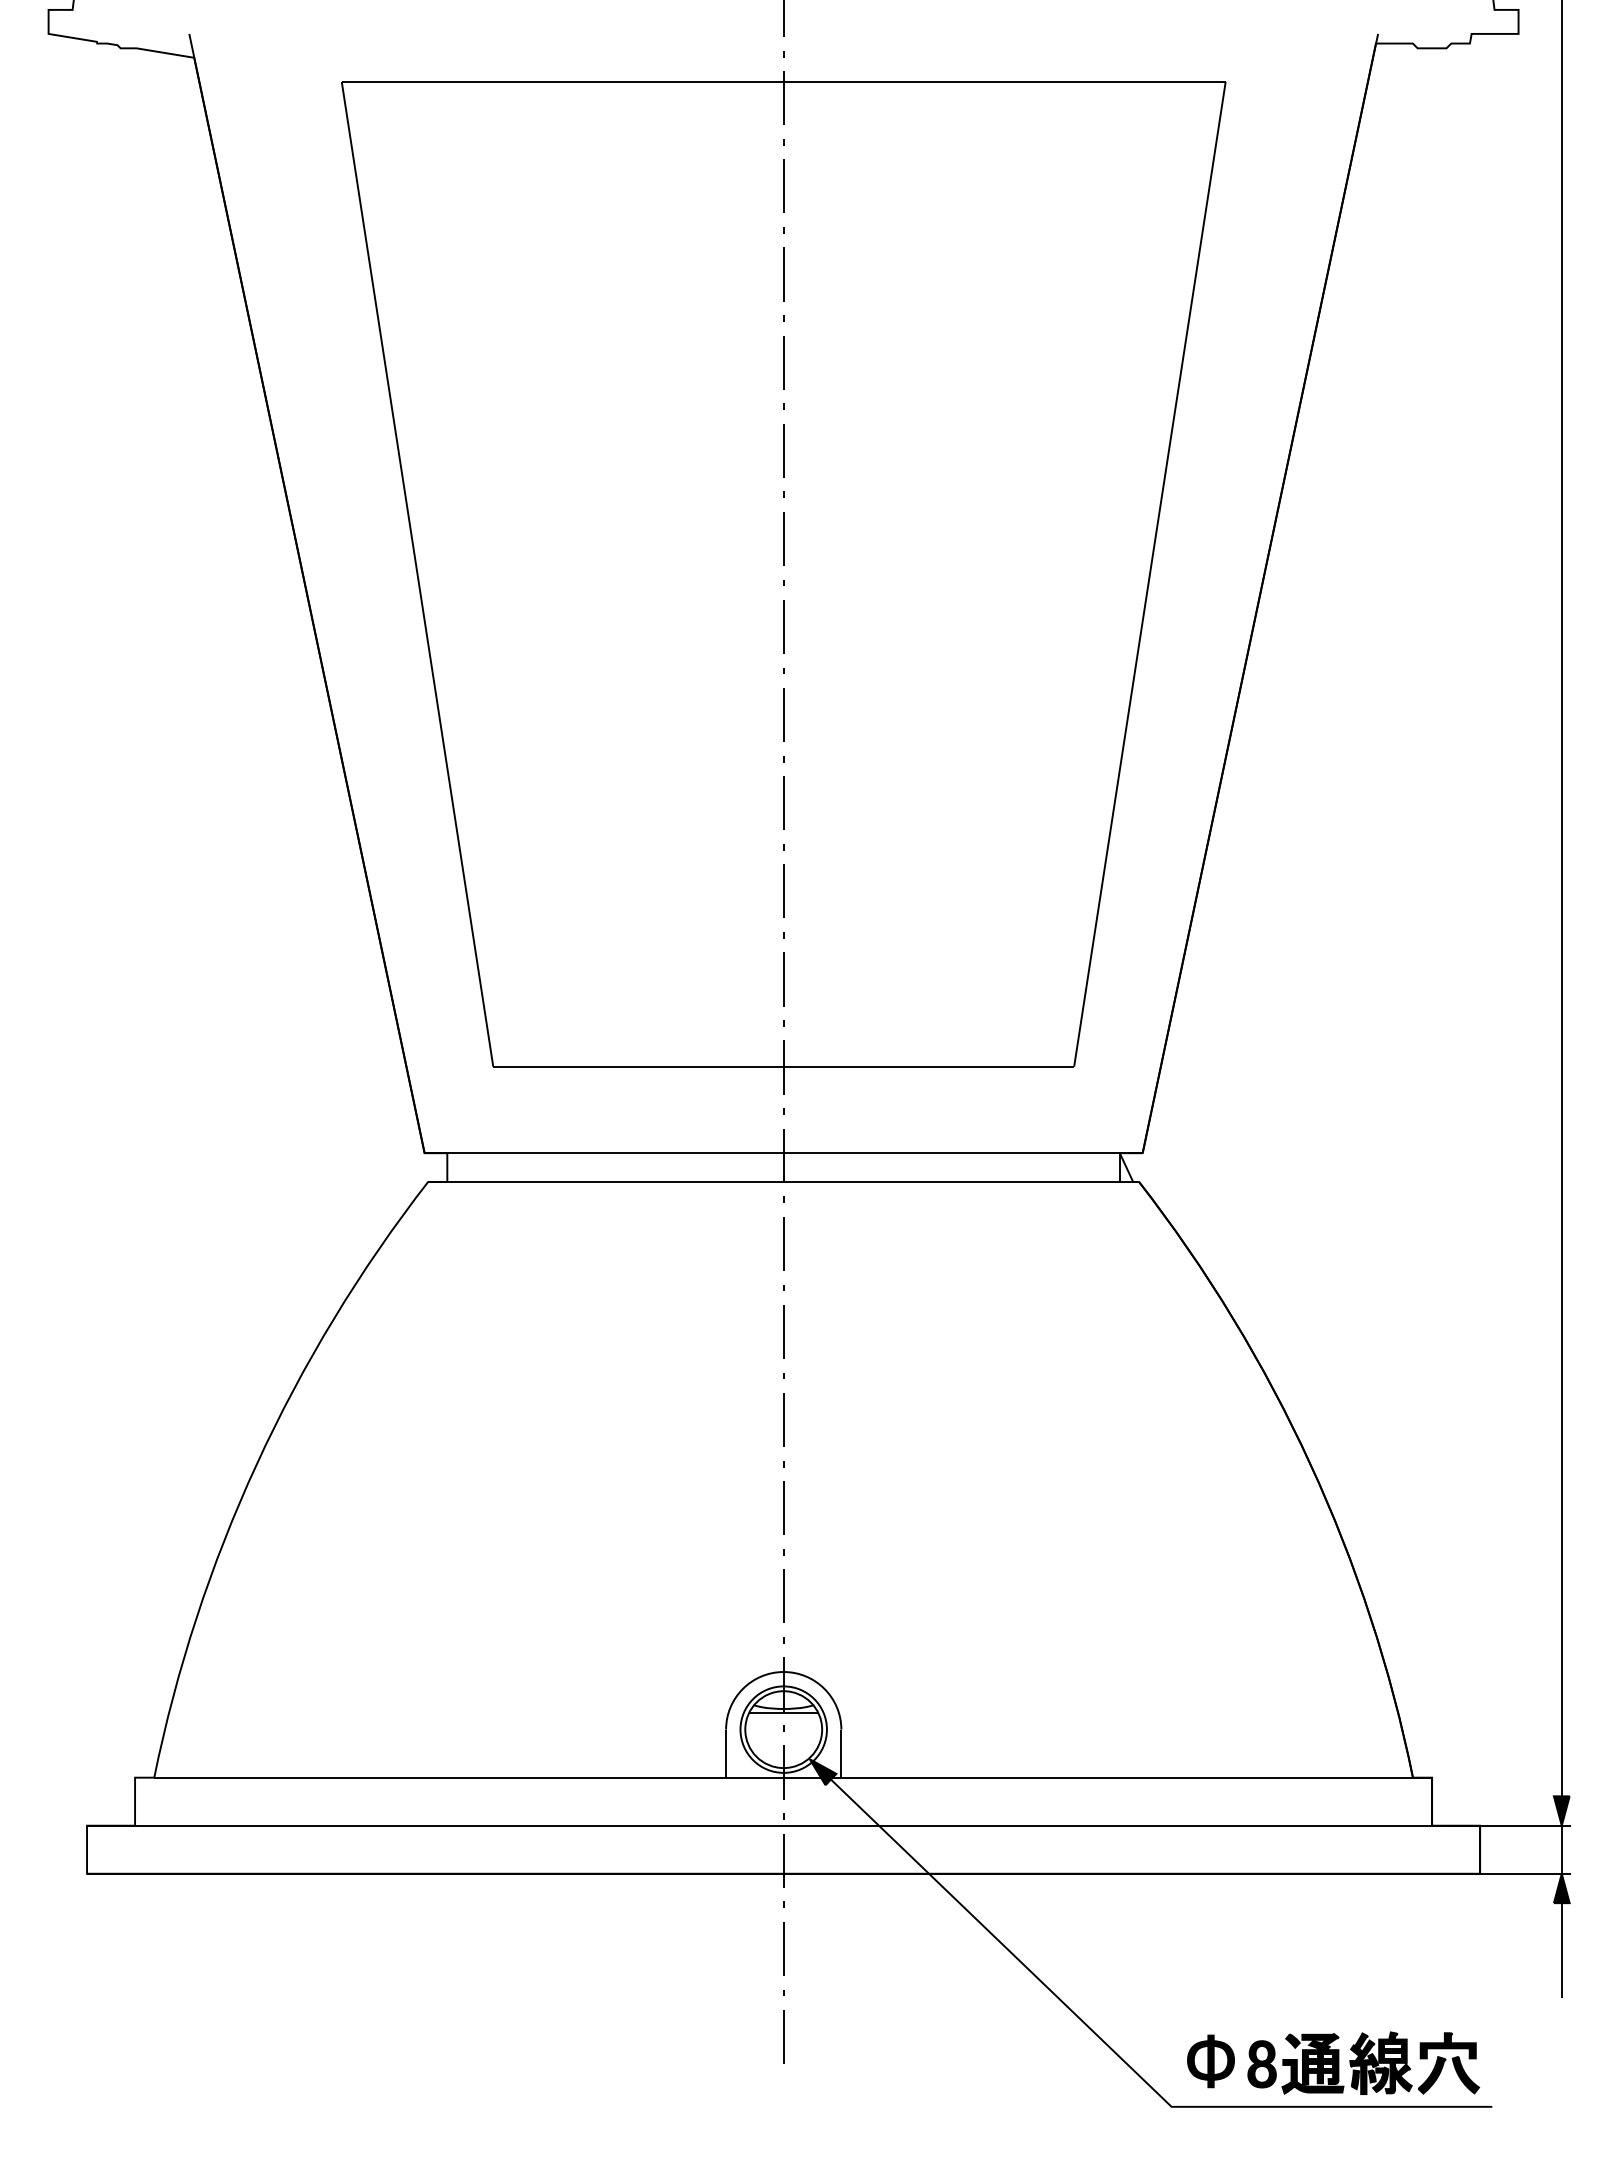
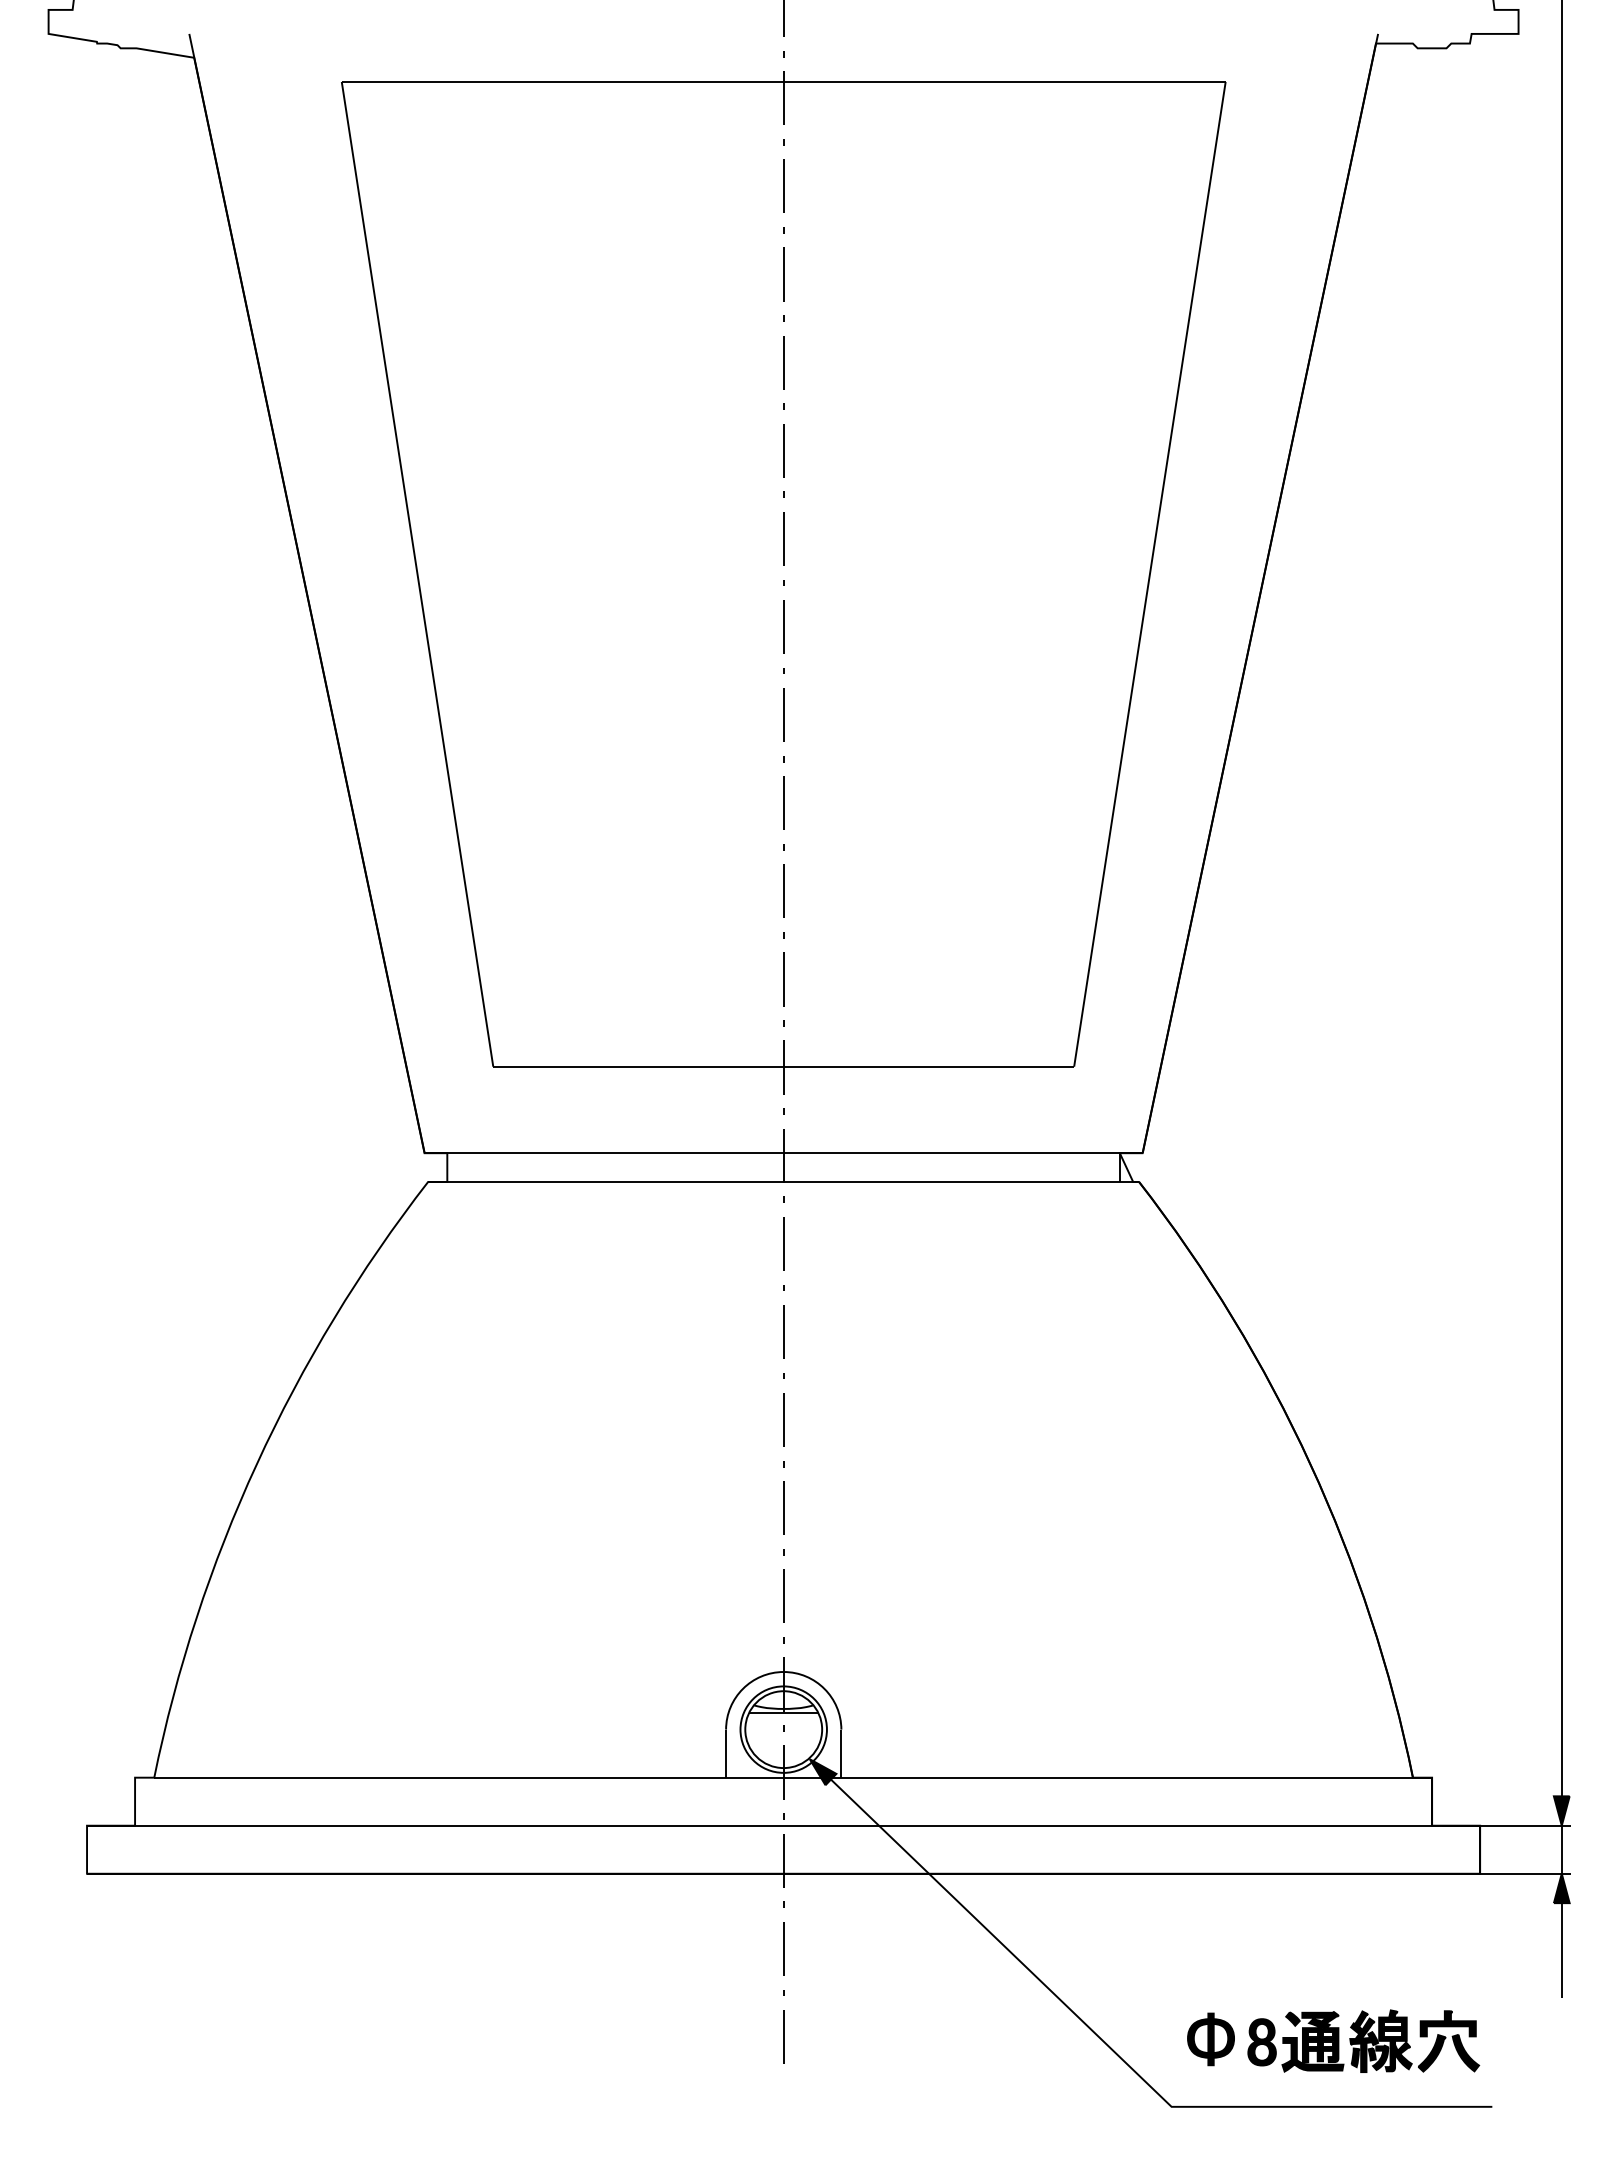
part at (1333, 2062) position: (1333, 2062) -> (1333, 2040)
